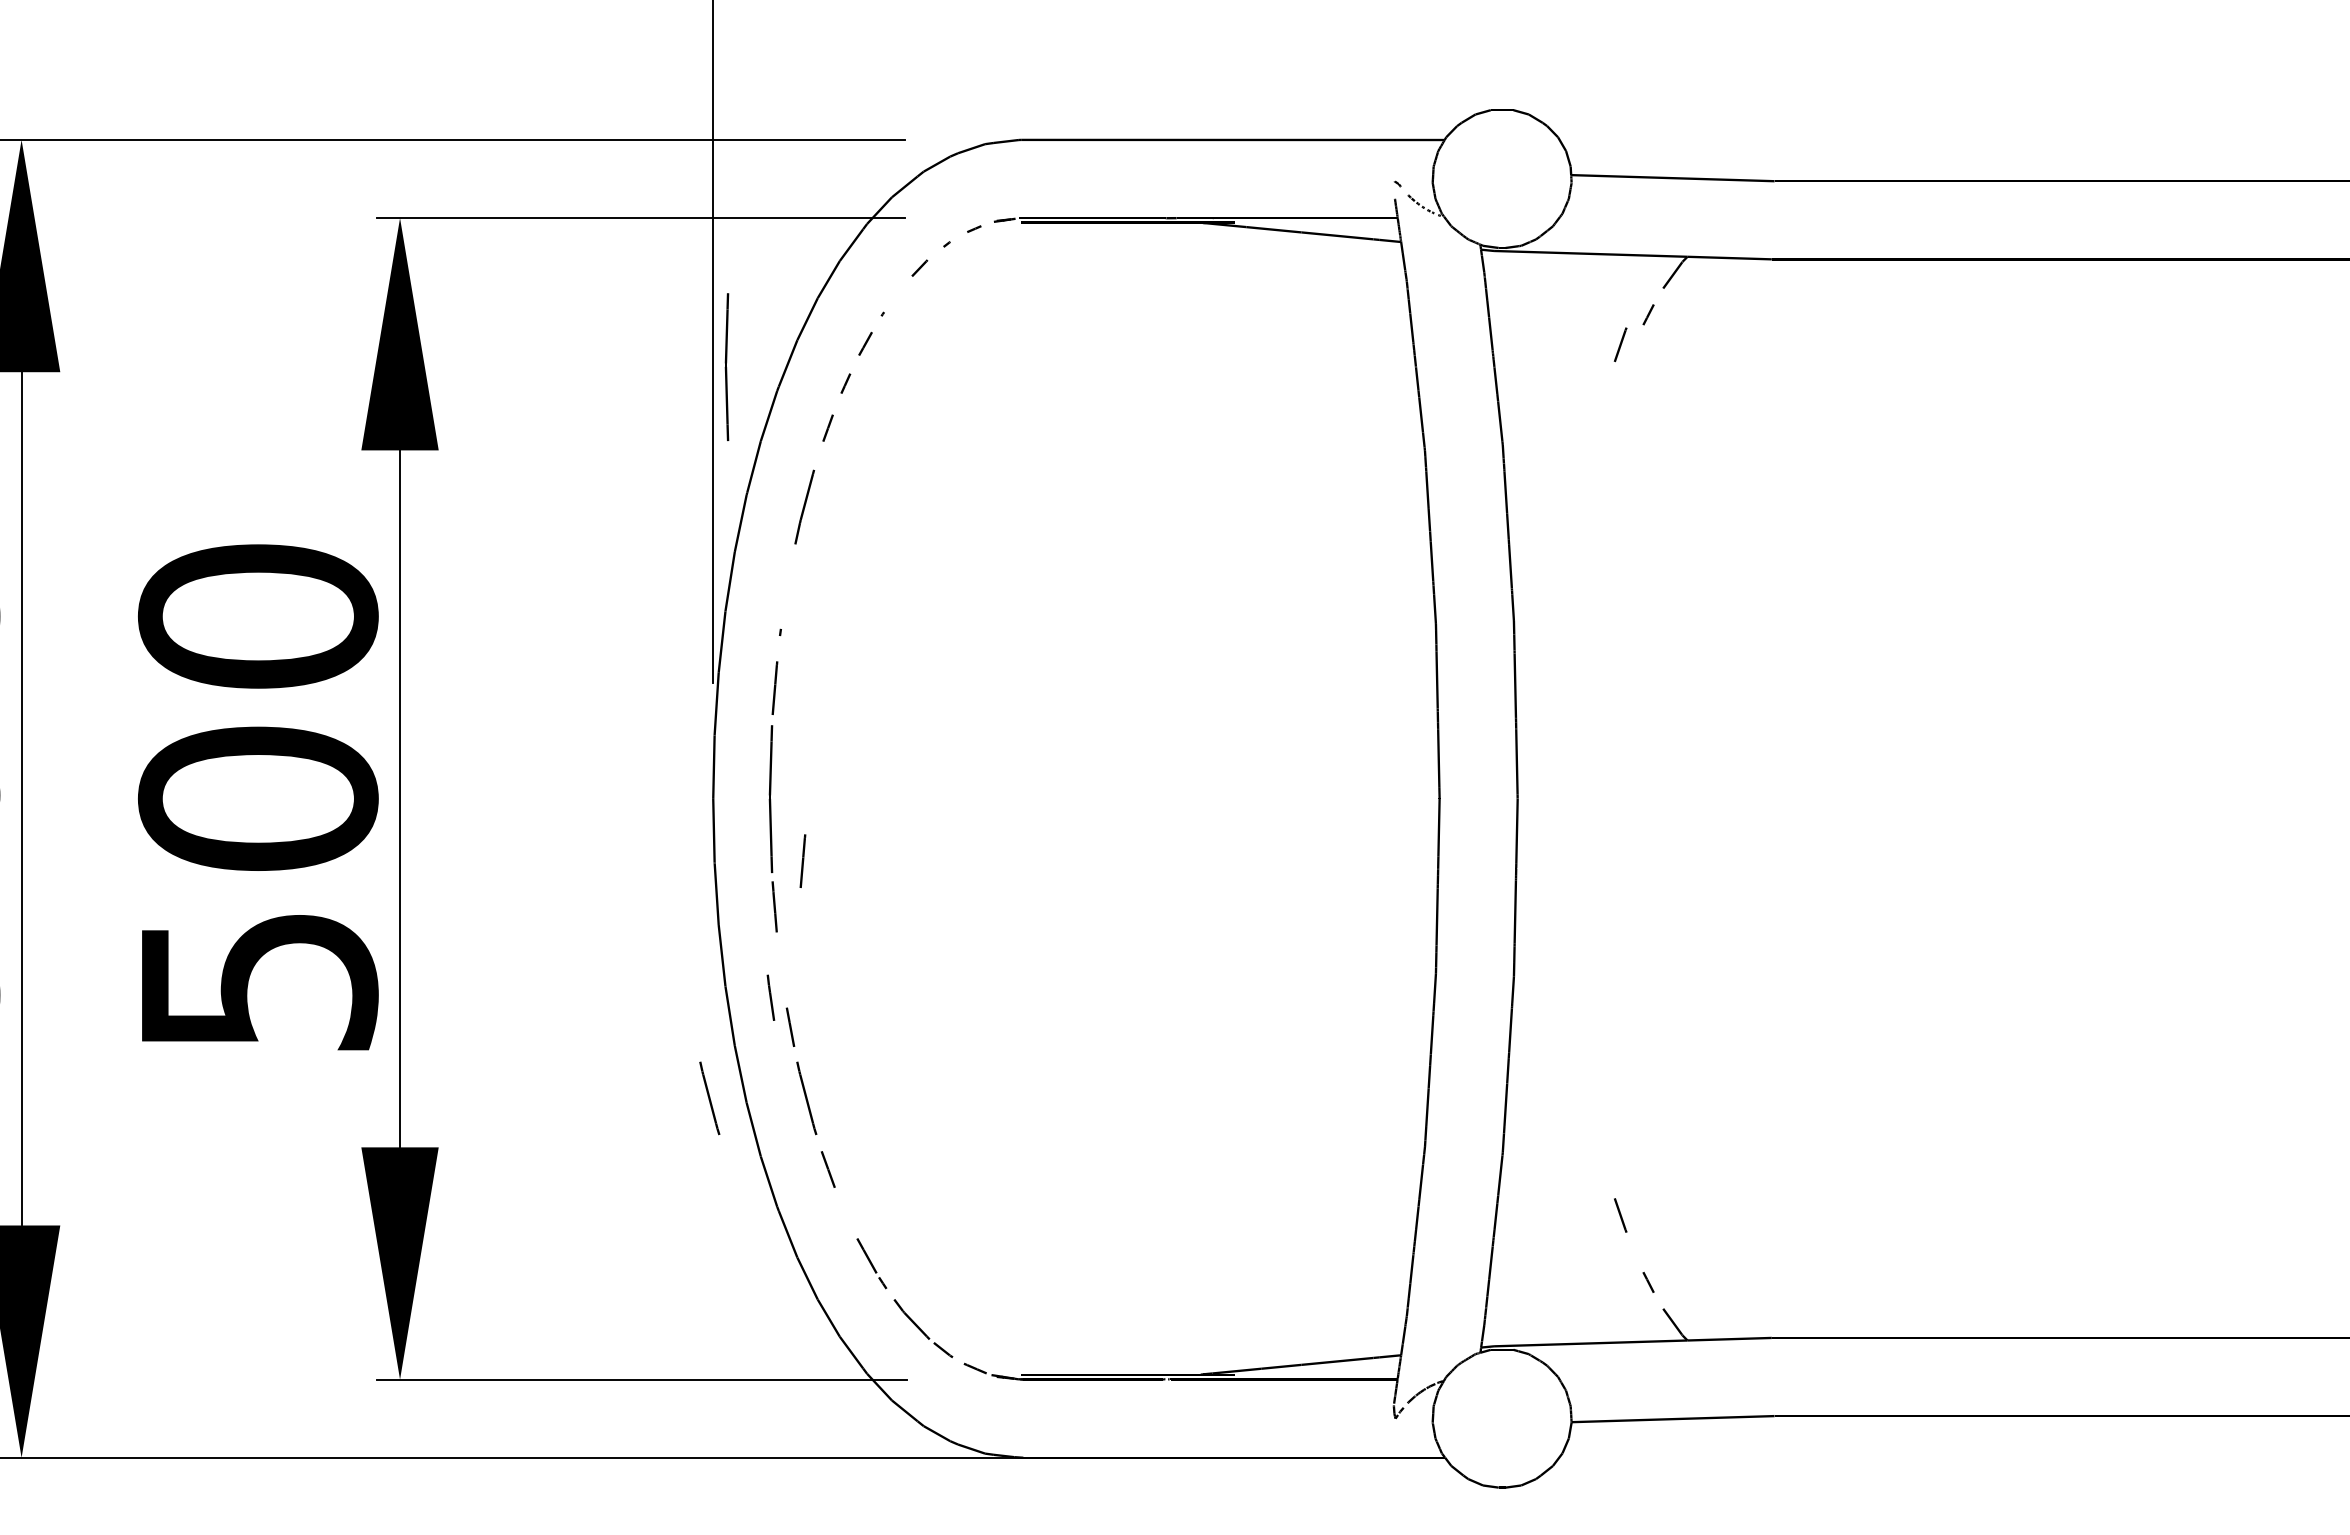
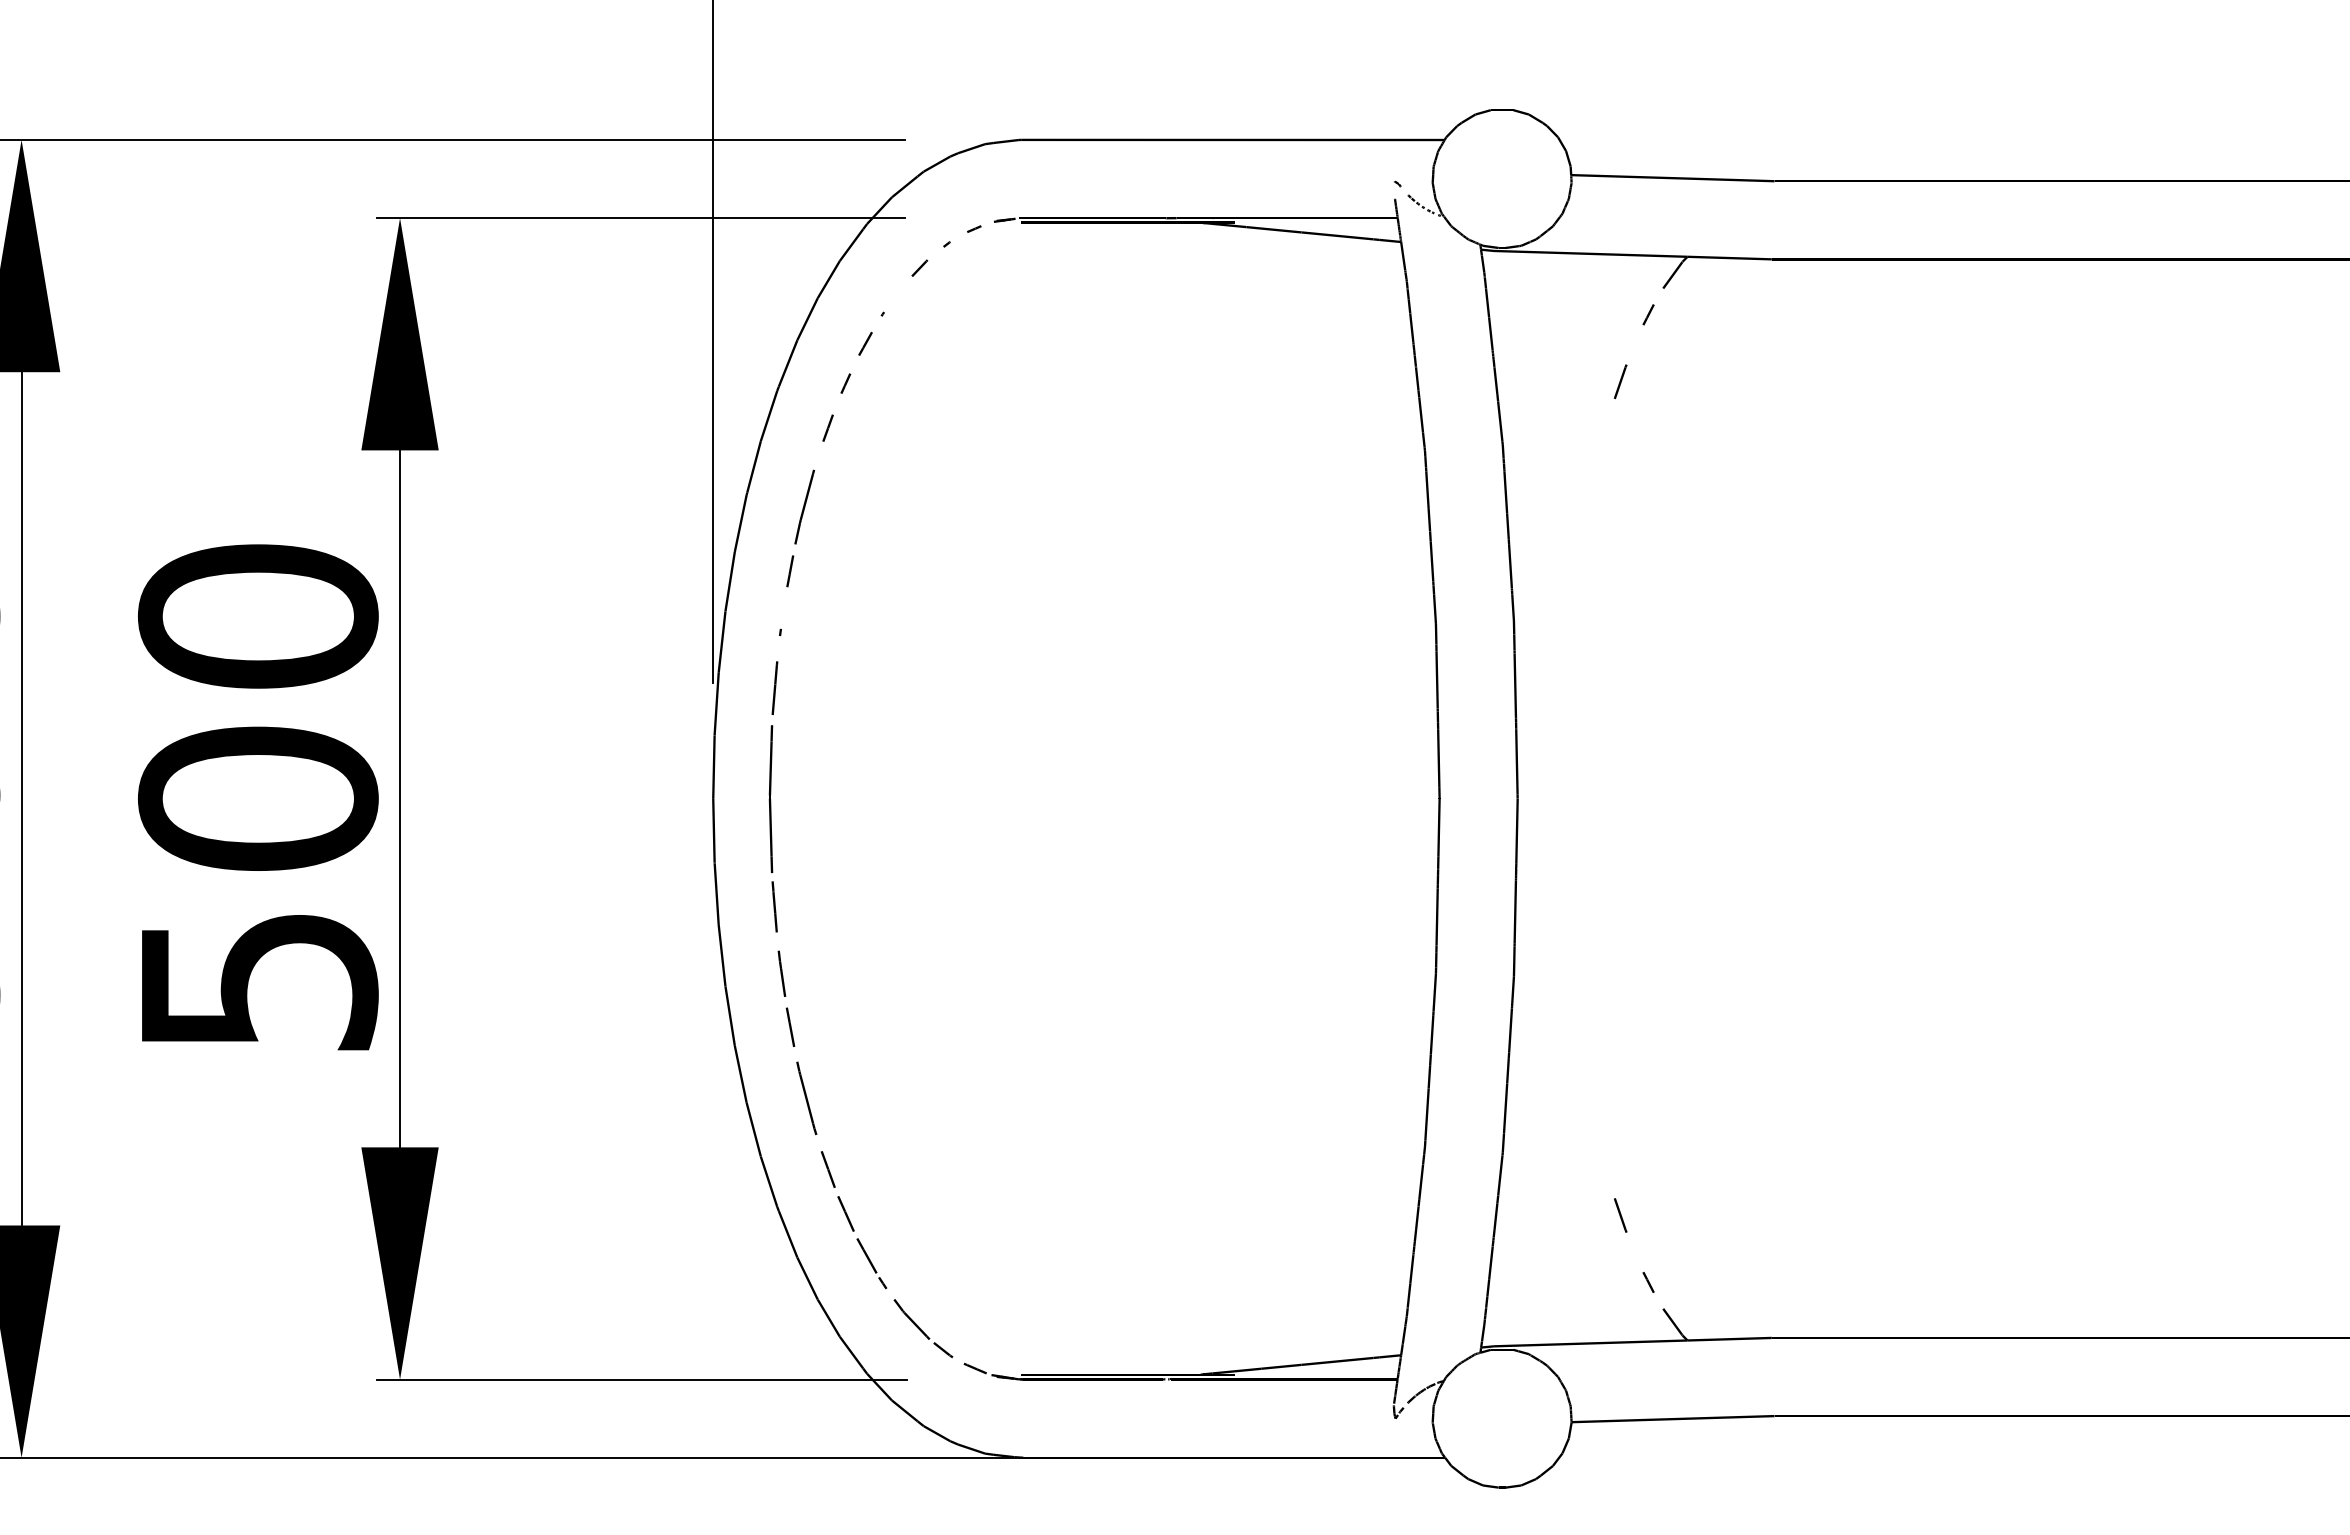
line at (1620, 344) position: (1620, 344) -> (1620, 381)
part at (726, 367): present -> none
line at (790, 571): none -> present
line at (802, 860): present -> none
line at (770, 997) position: (770, 997) -> (781, 973)
line at (709, 1098): present -> none
line at (845, 1213): none -> present
